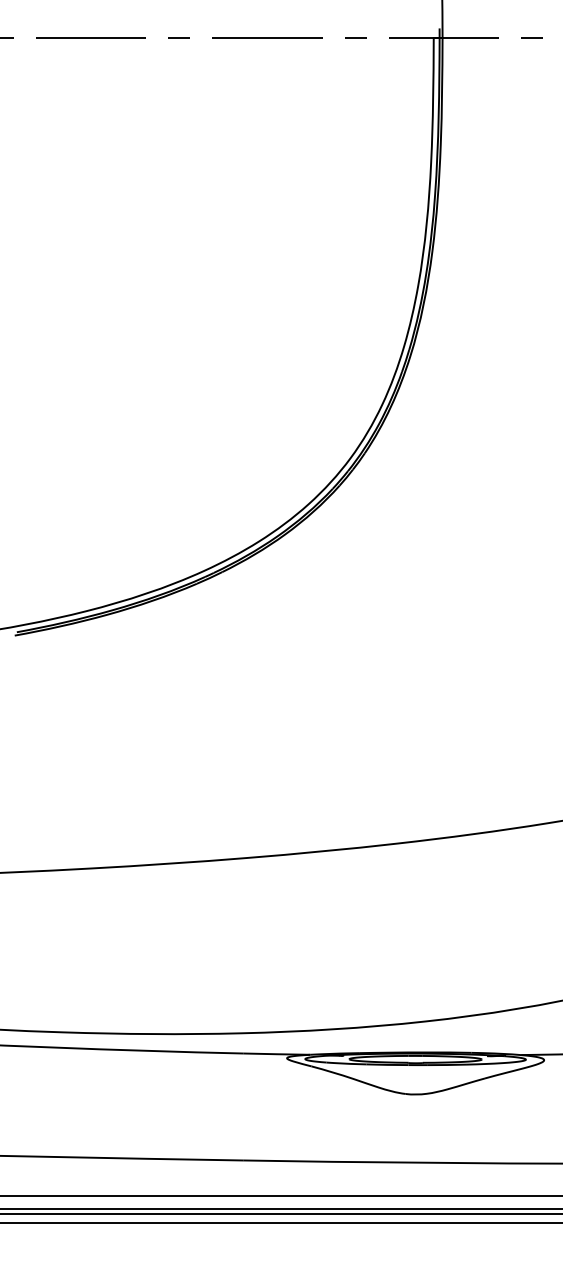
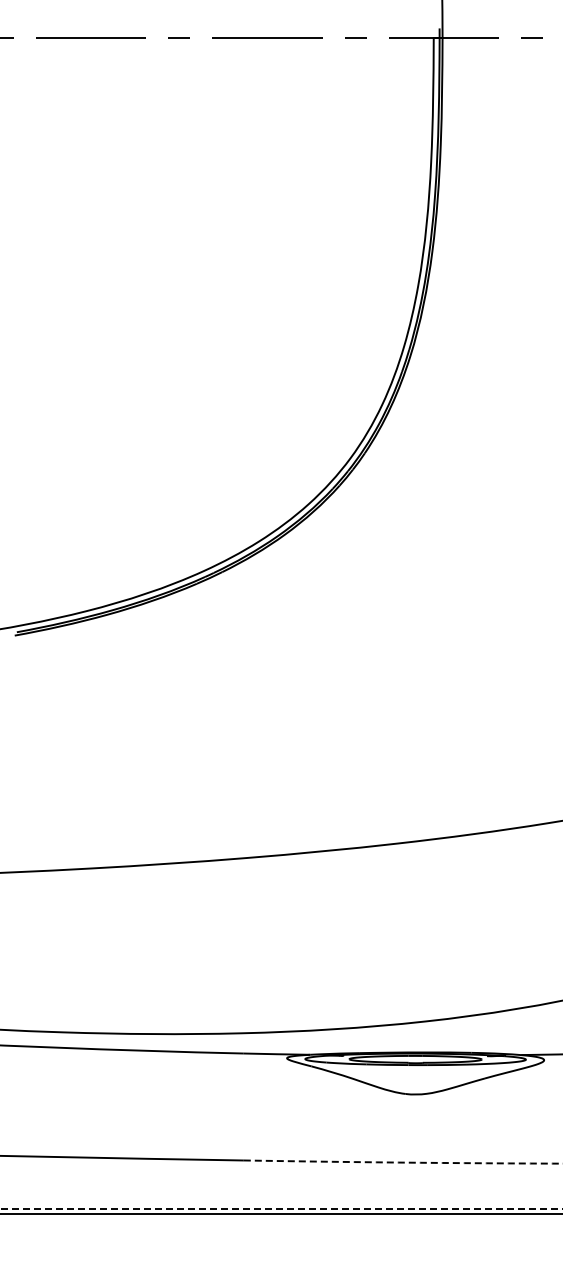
arc at (403, 1162): solid -> dashed
line at (280, 1195): present -> none
line at (281, 1208): solid -> dashed
line at (280, 1223): present -> none
